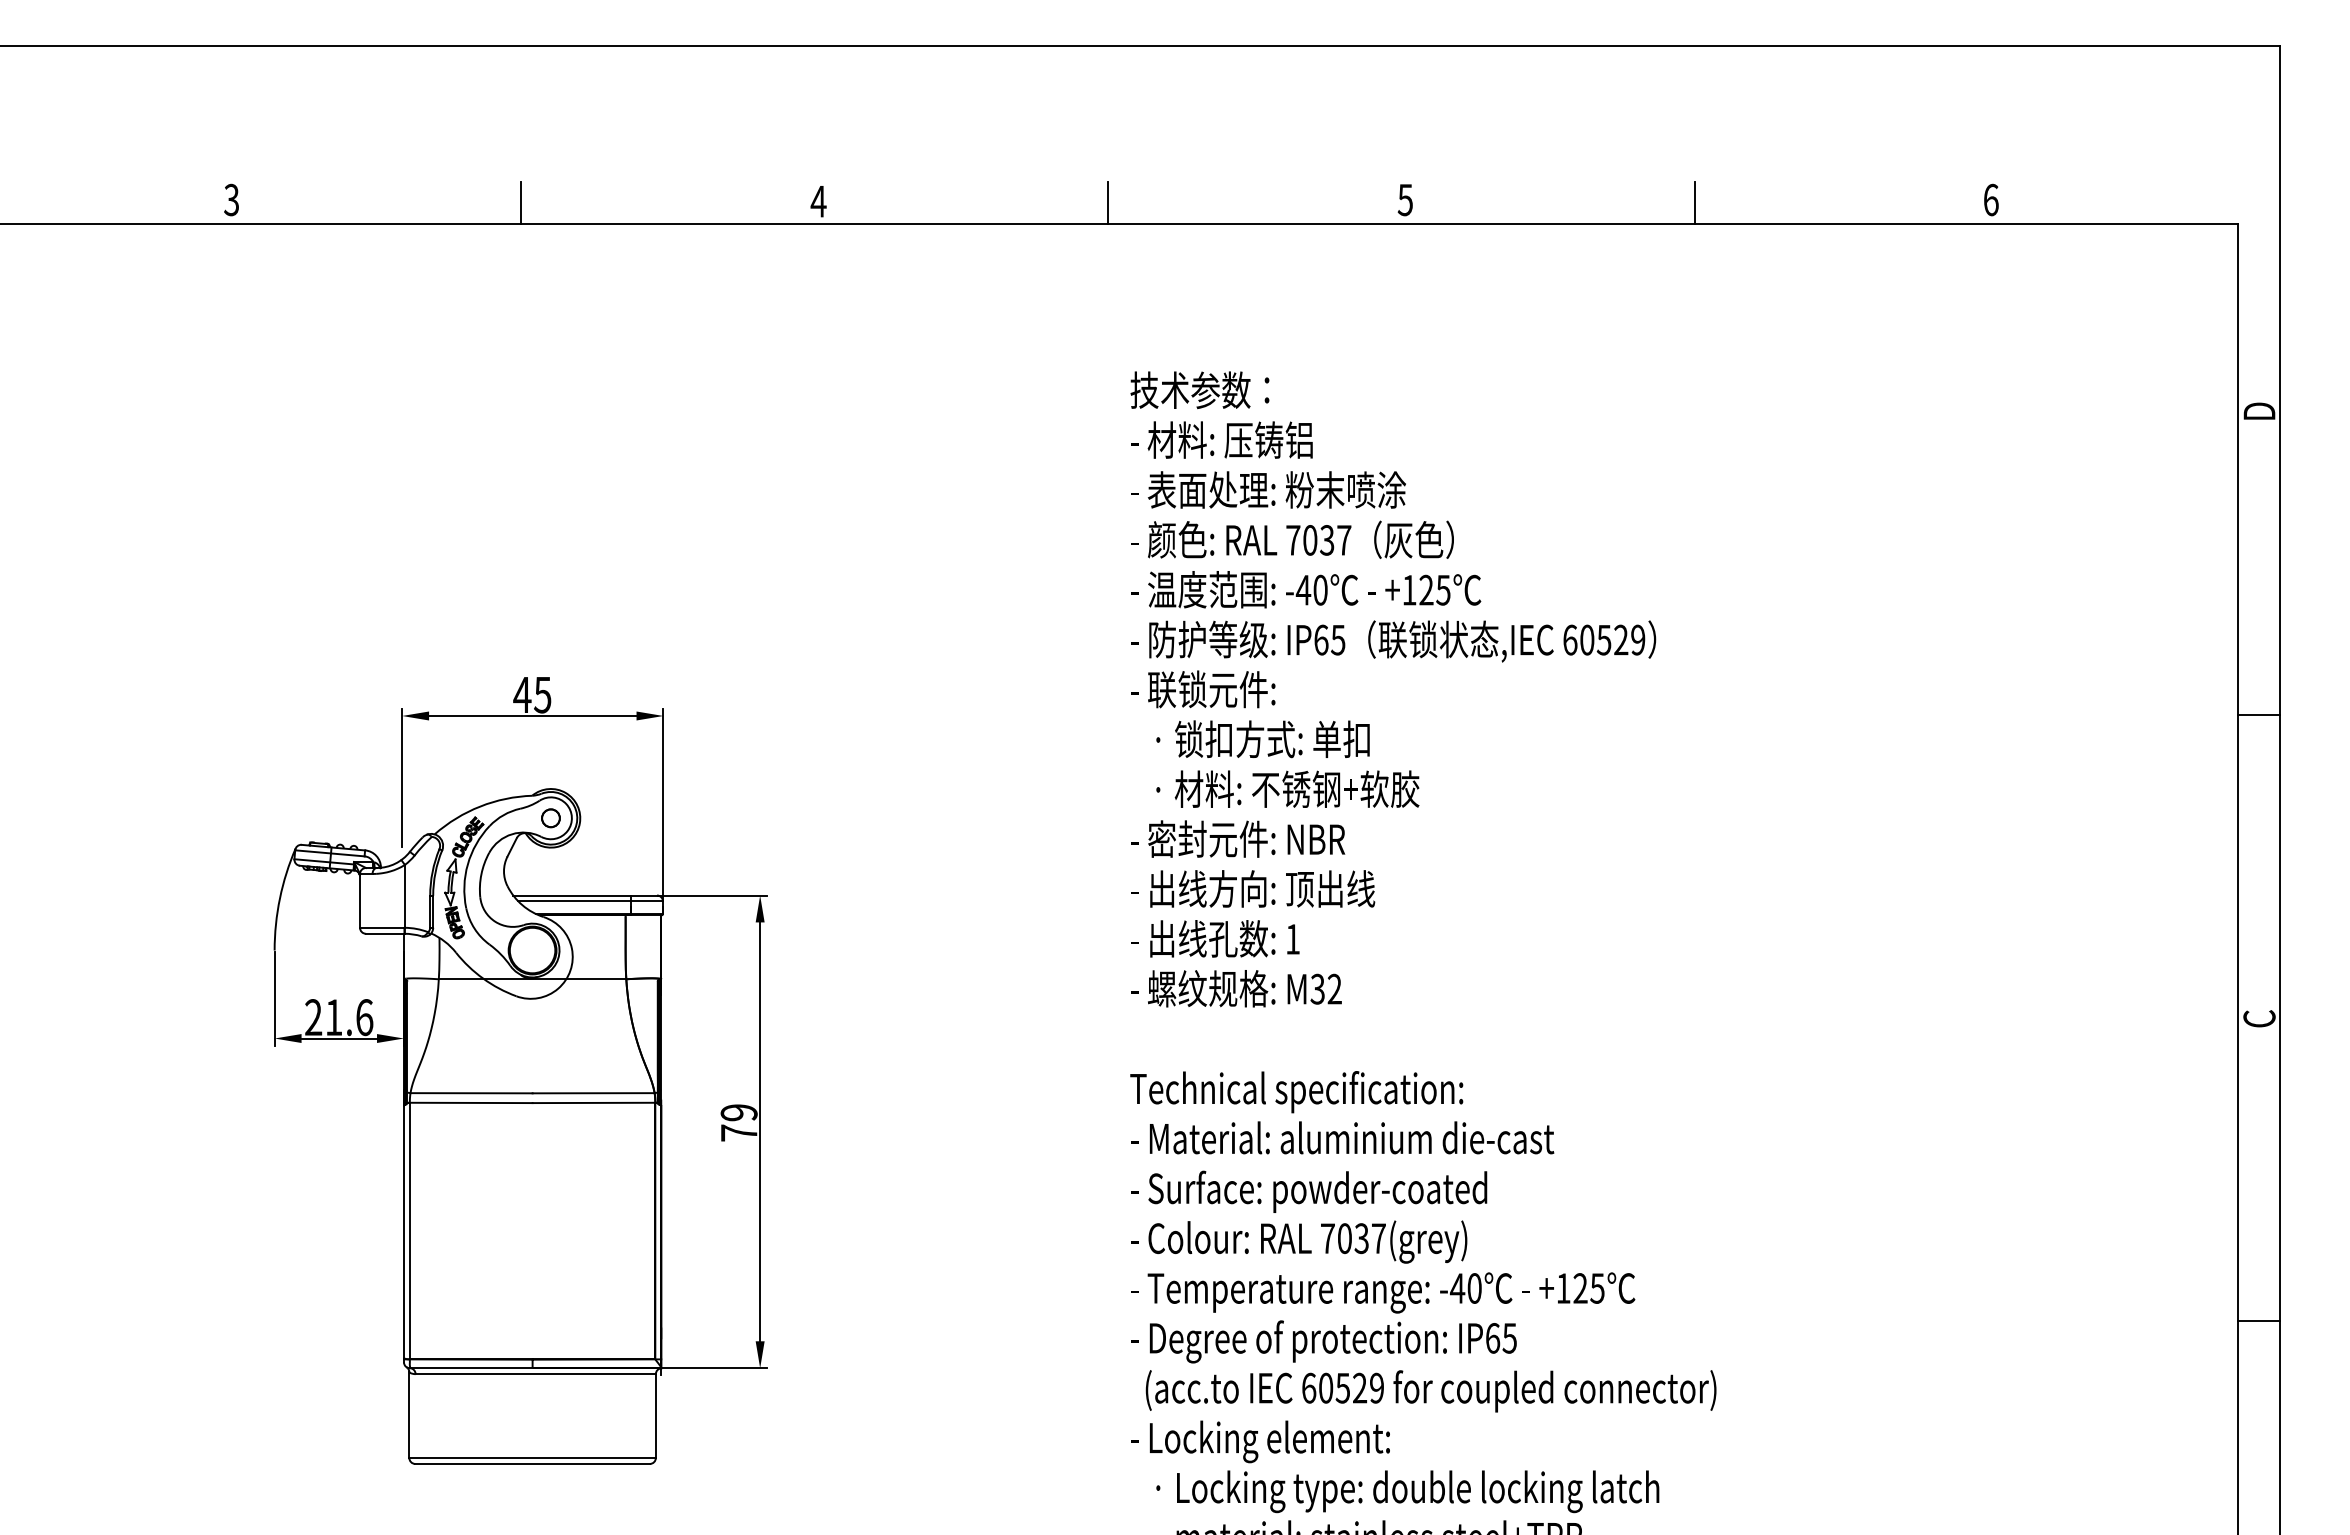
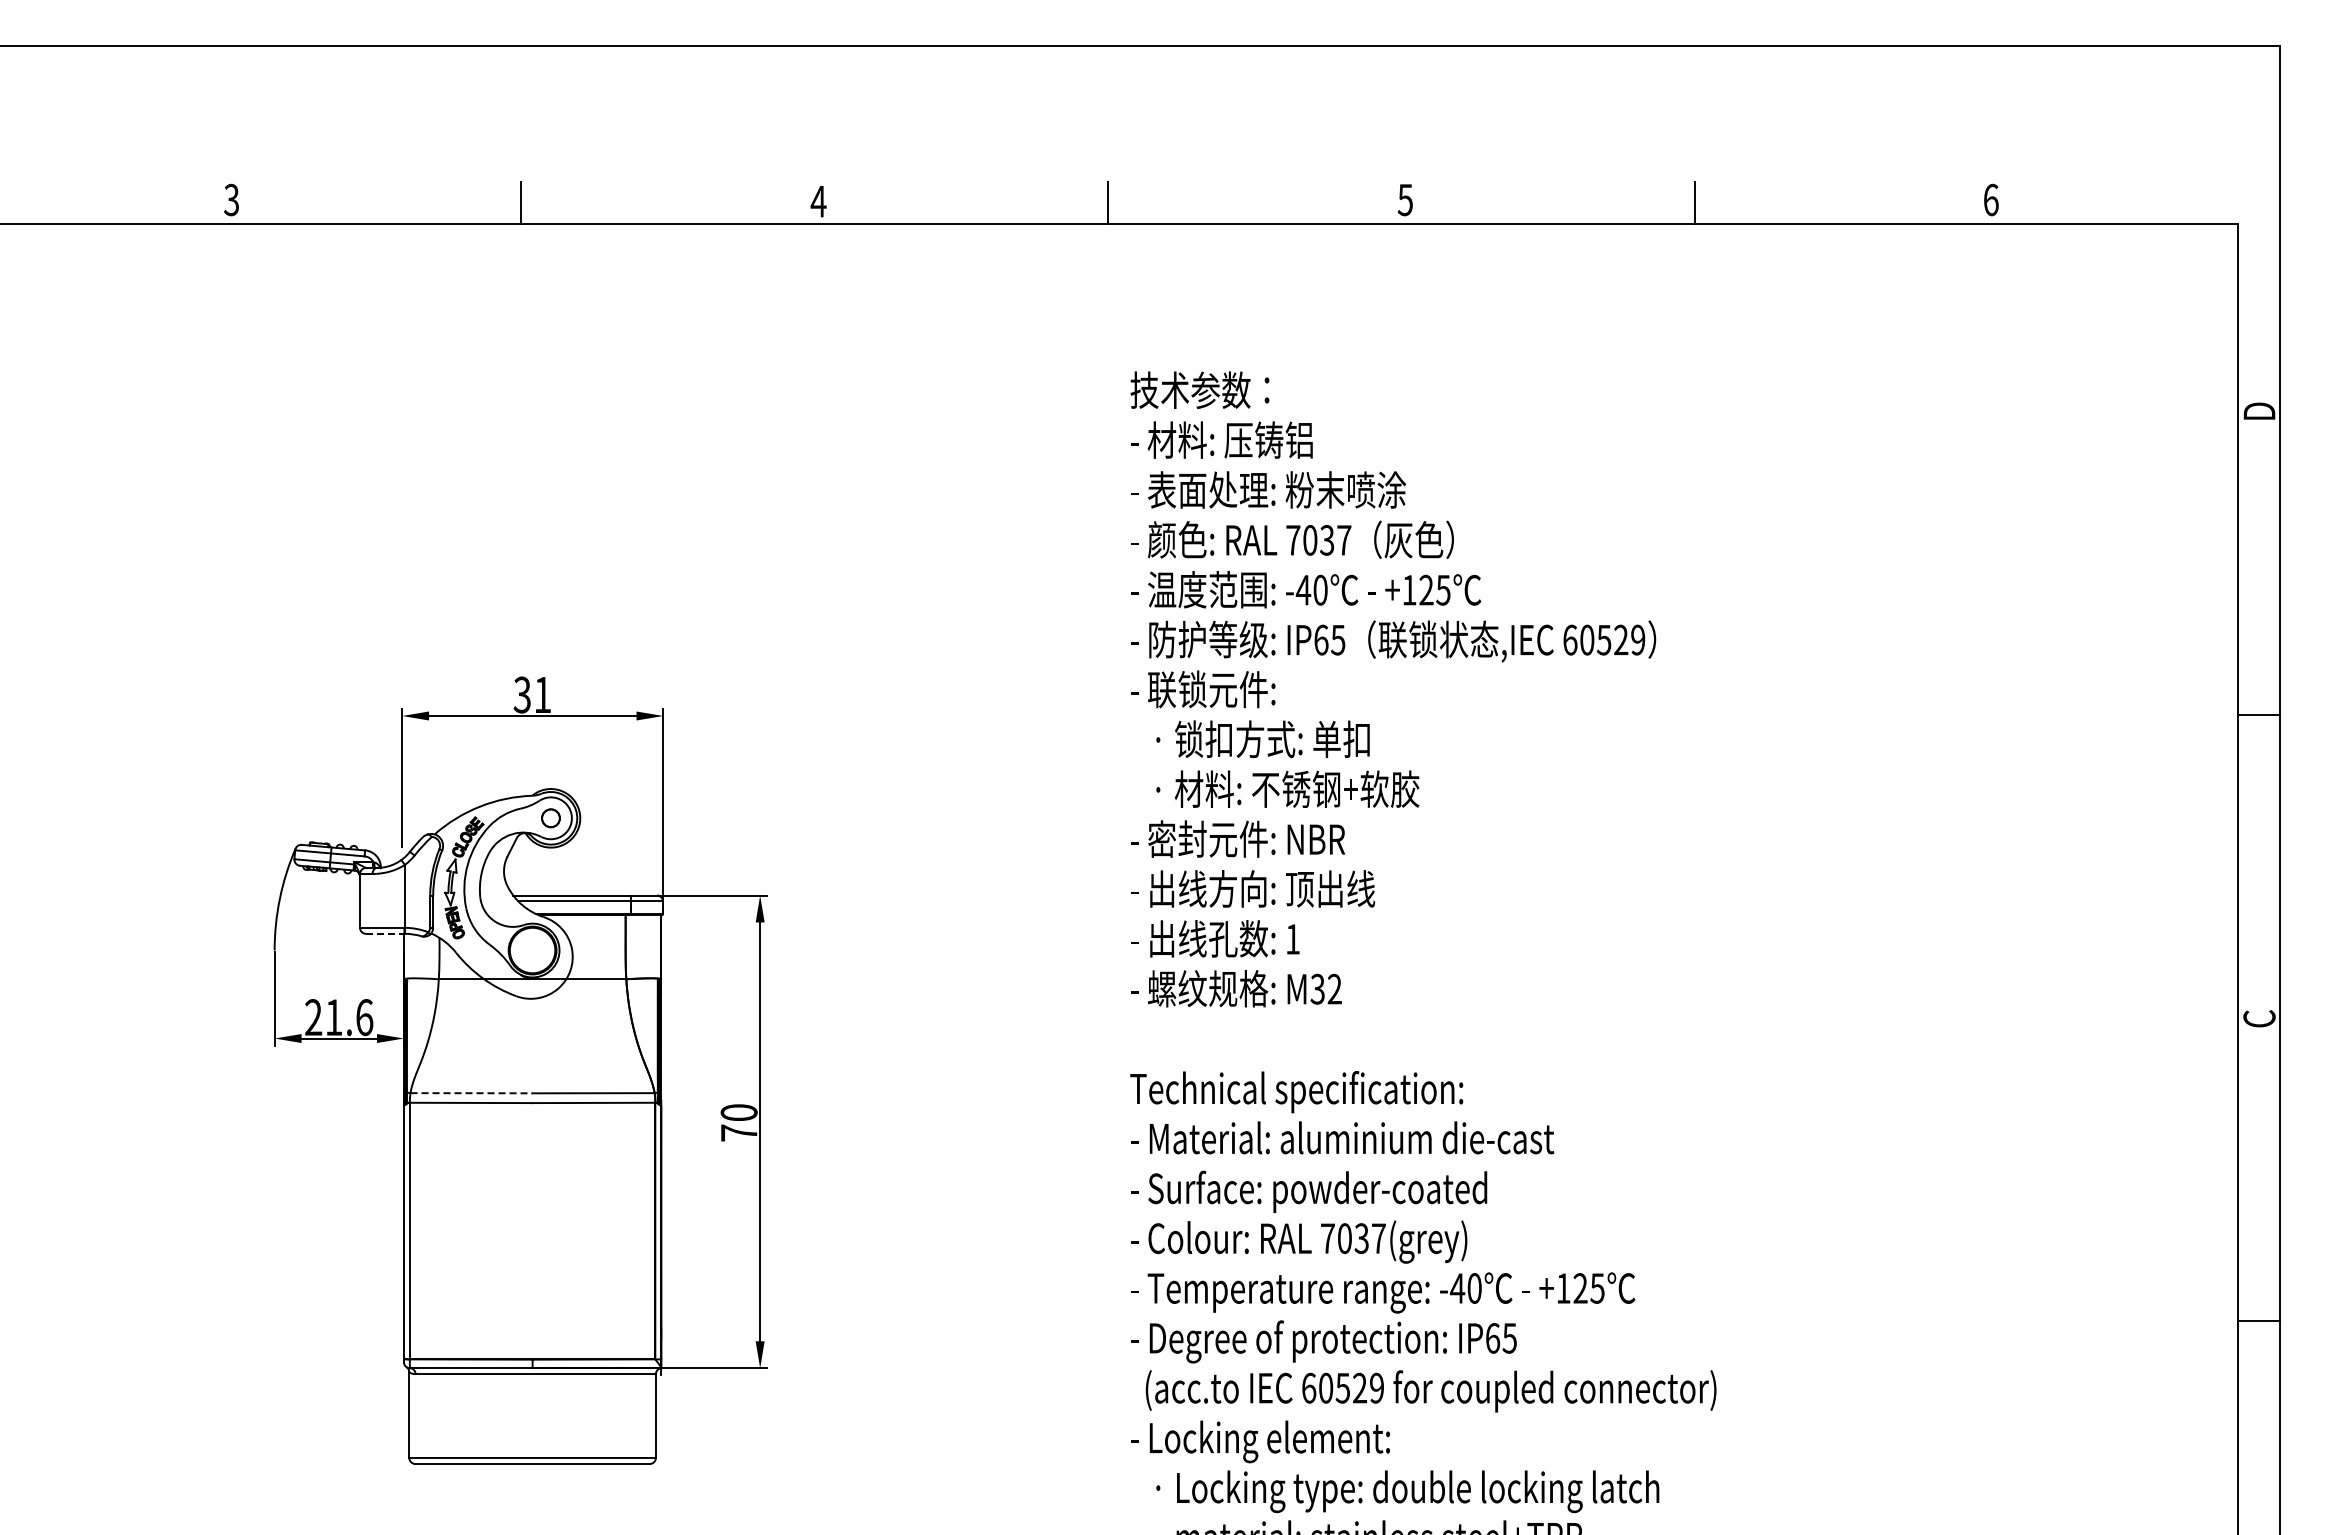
text at (532, 694): 45 -> 31
line at (385, 933): solid -> dashed
line at (472, 1093): solid -> dashed
text at (738, 1112): 79 -> 70
